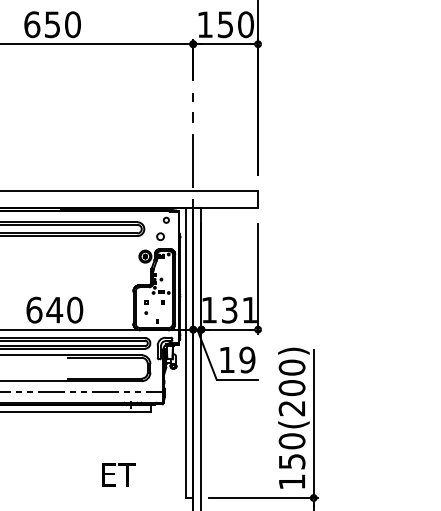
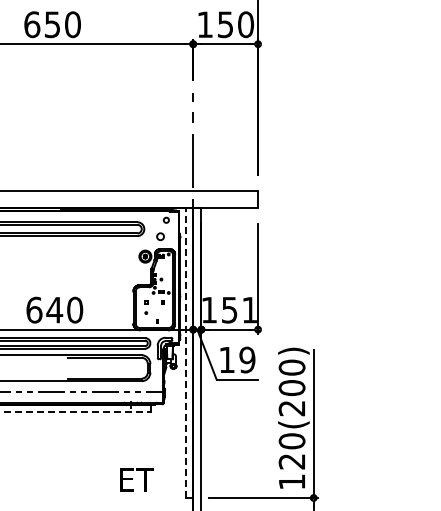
text at (229, 309): 131 -> 151
line at (186, 353): solid -> dashed
line at (75, 411): solid -> dashed
text at (291, 461): 150(200) -> 120(200)
text at (118, 474) position: (118, 474) -> (136, 479)
